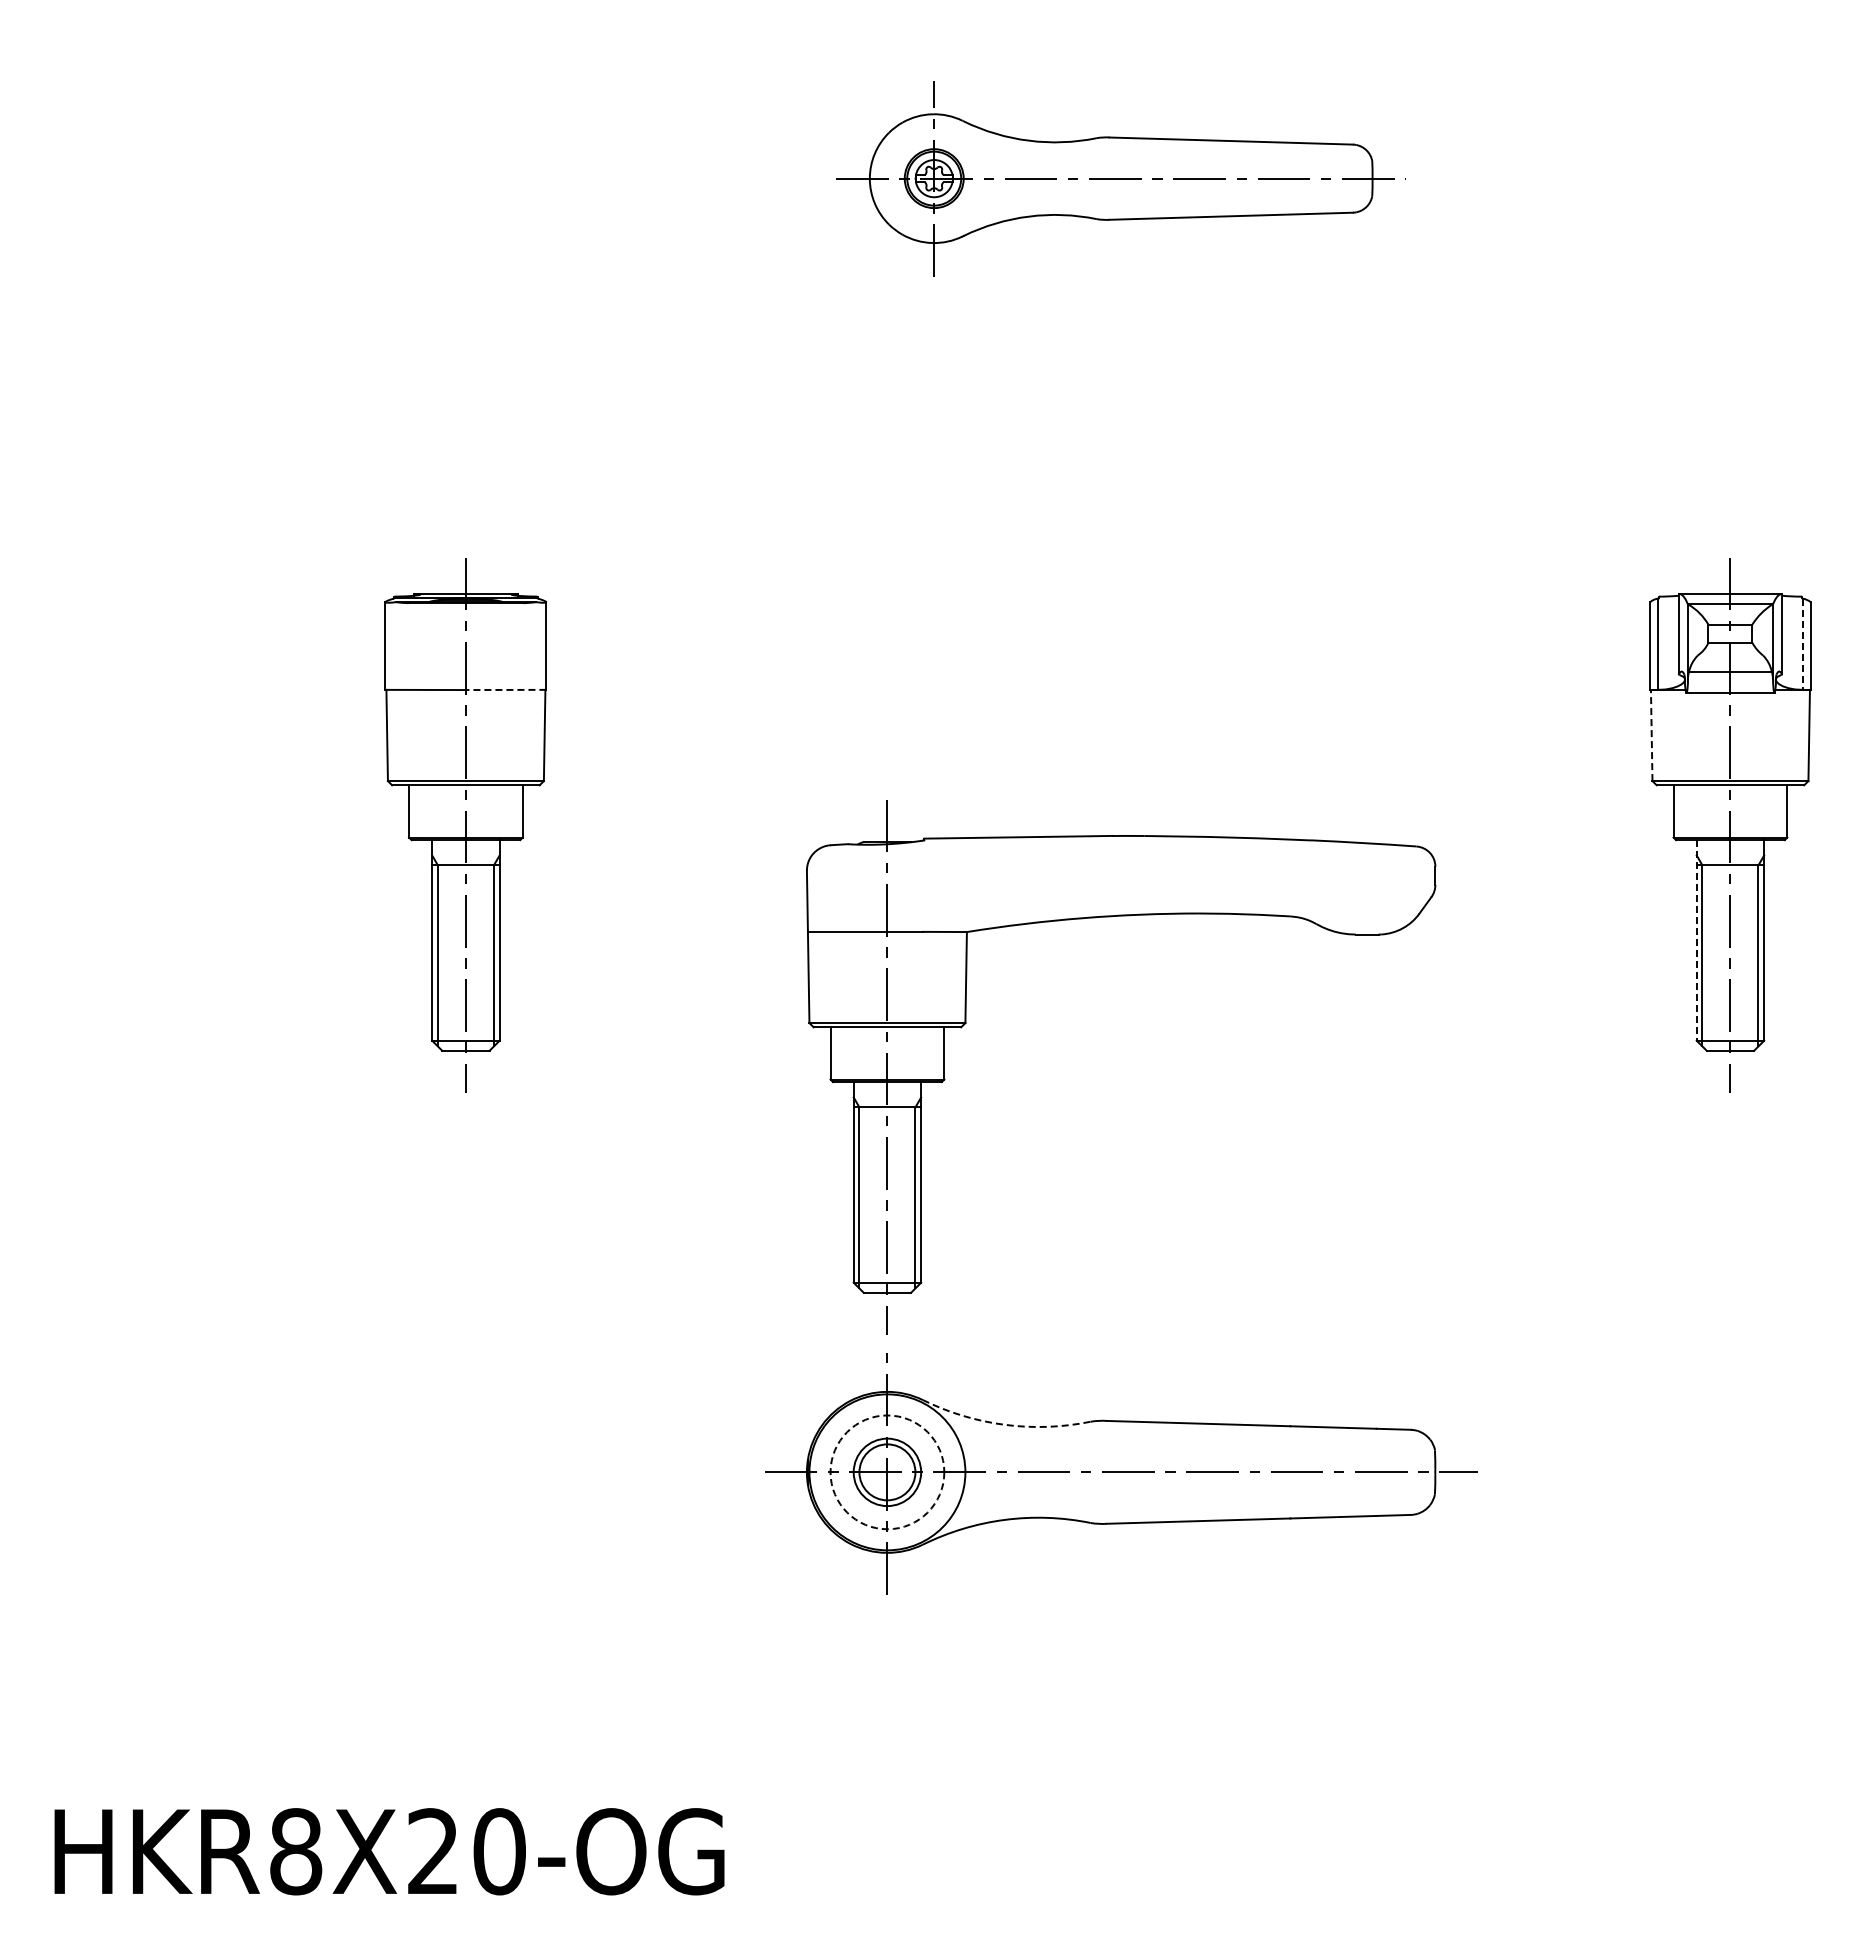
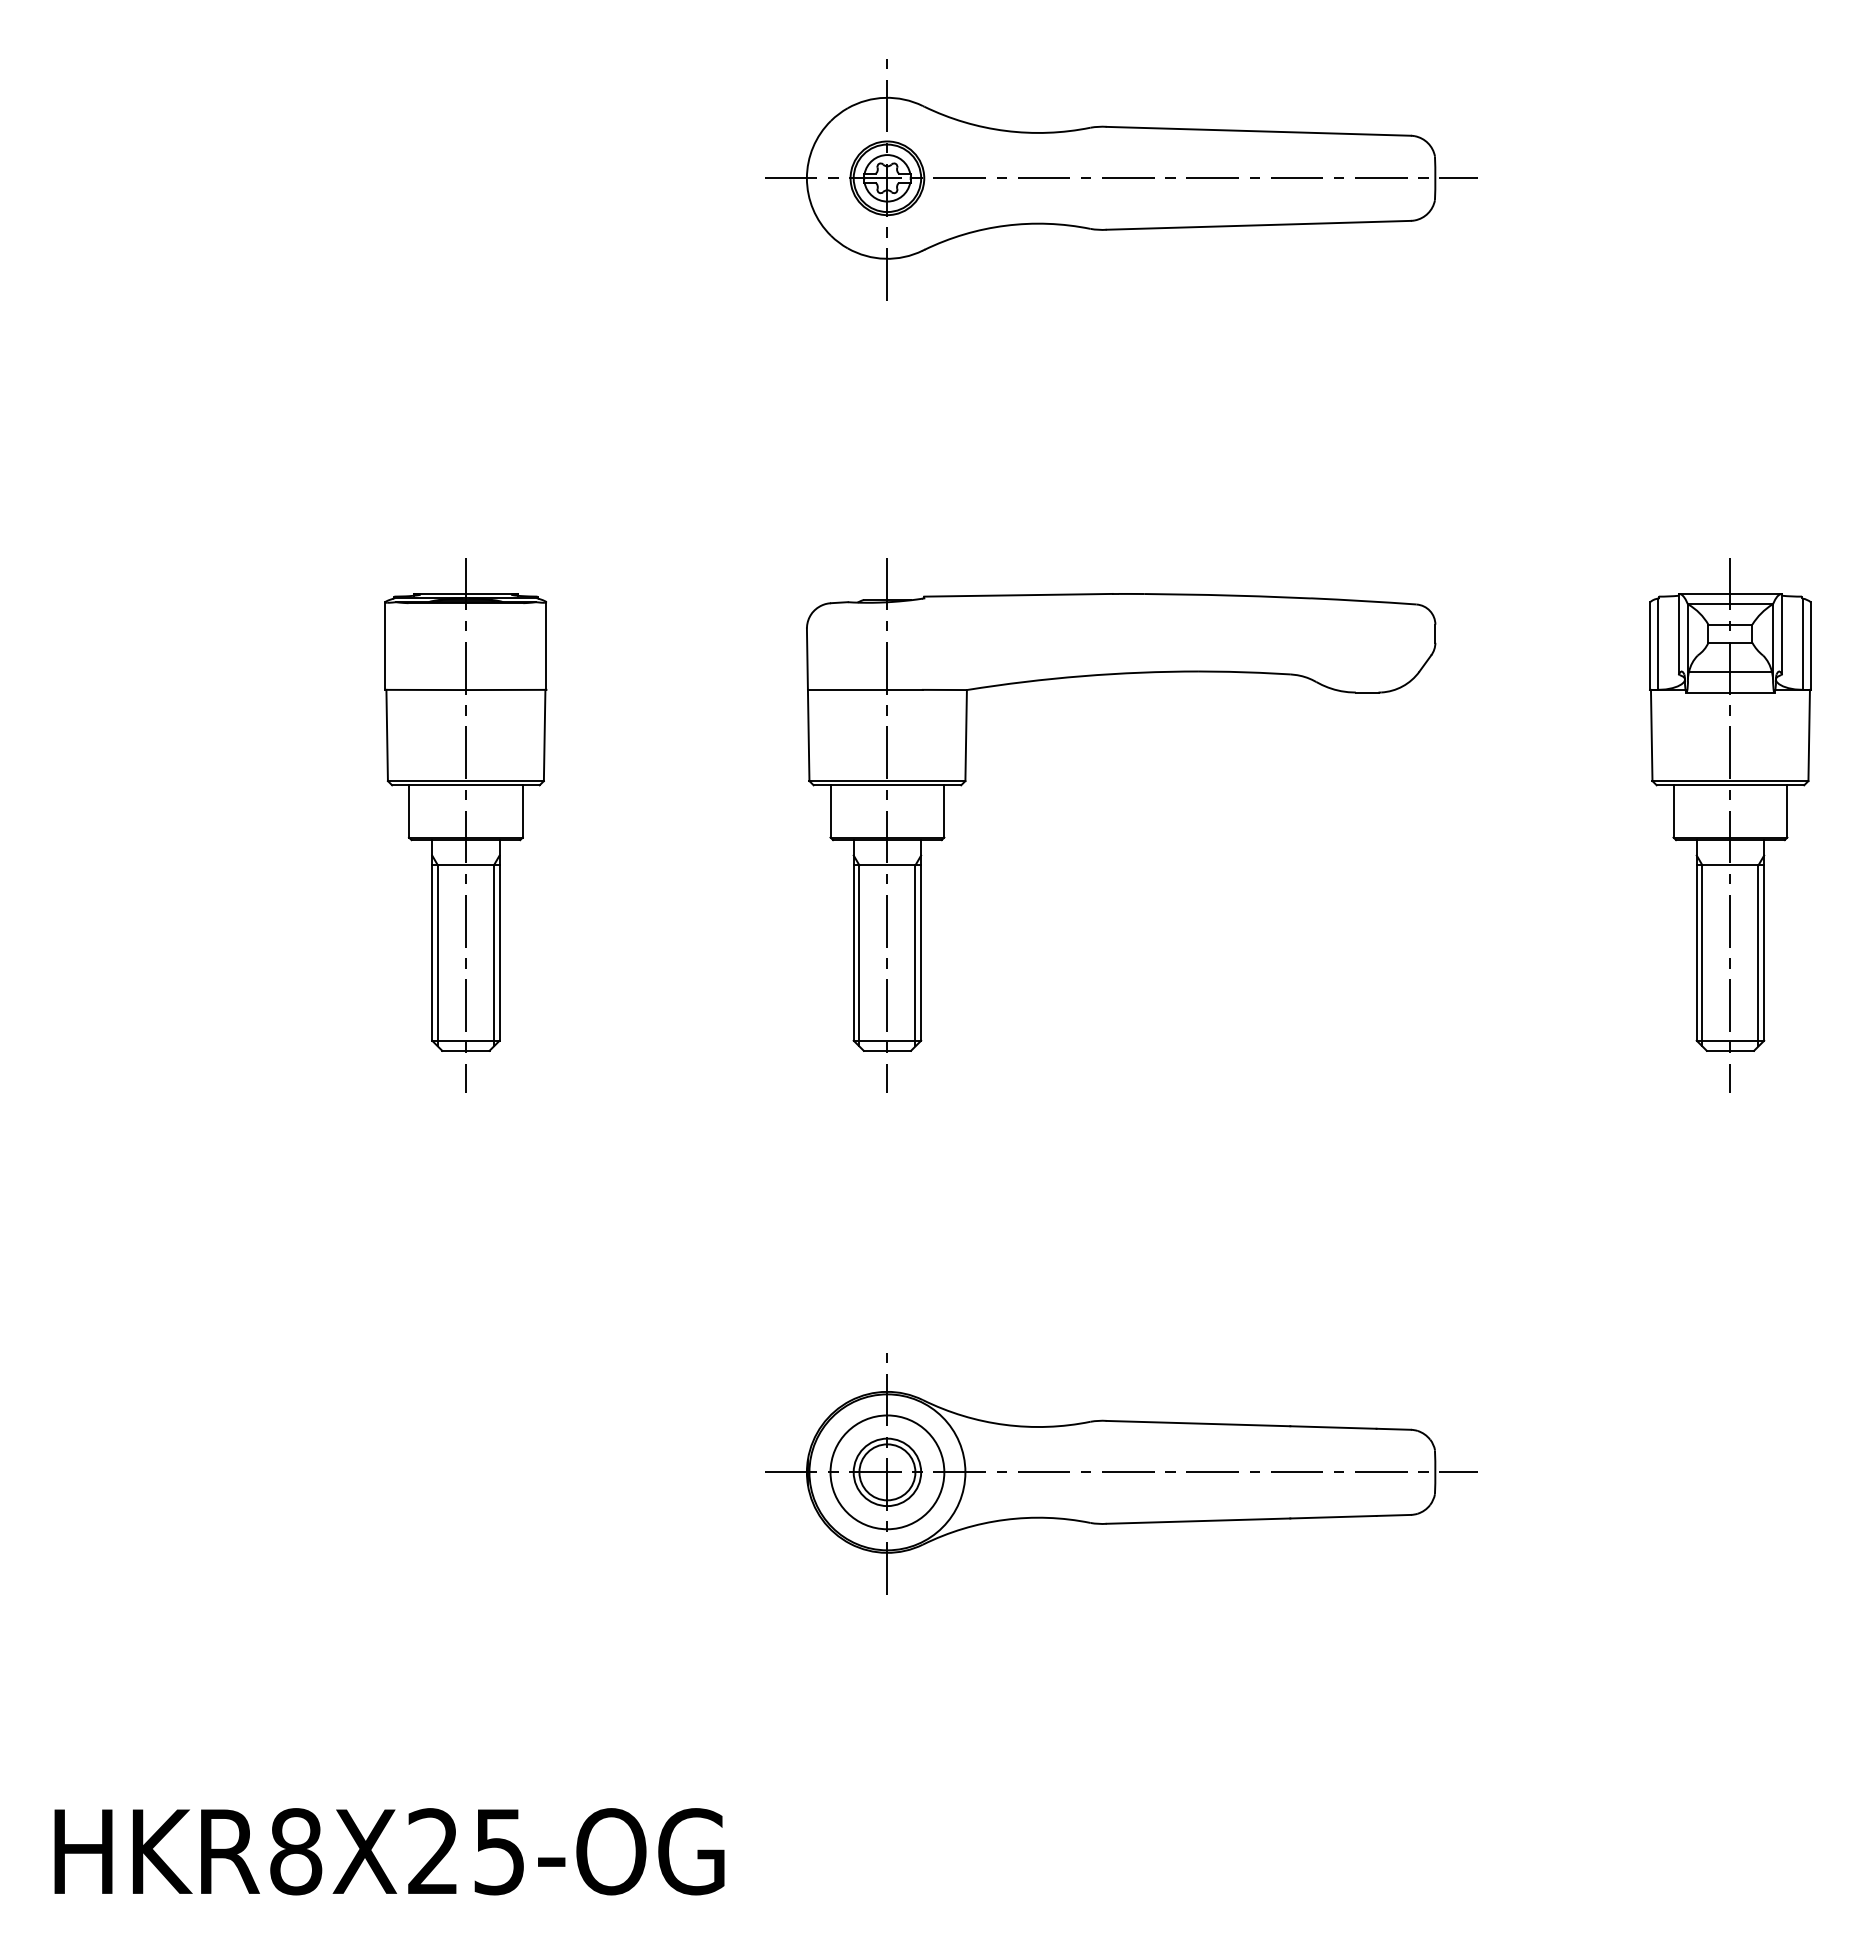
part at (1120, 178) size: 570x196 px -> 713x242 px
line at (1802, 644): dashed -> solid
line at (505, 689): dashed -> solid
line at (1651, 735): dashed -> solid
part at (1111, 917) position: (1111, 917) -> (1111, 675)
line at (1696, 940): dashed -> solid
arc at (1004, 1424): dashed -> solid
circle at (887, 1472): dashed -> solid
text at (499, 1851): HKR8X20-OG -> HKR8X25-OG
